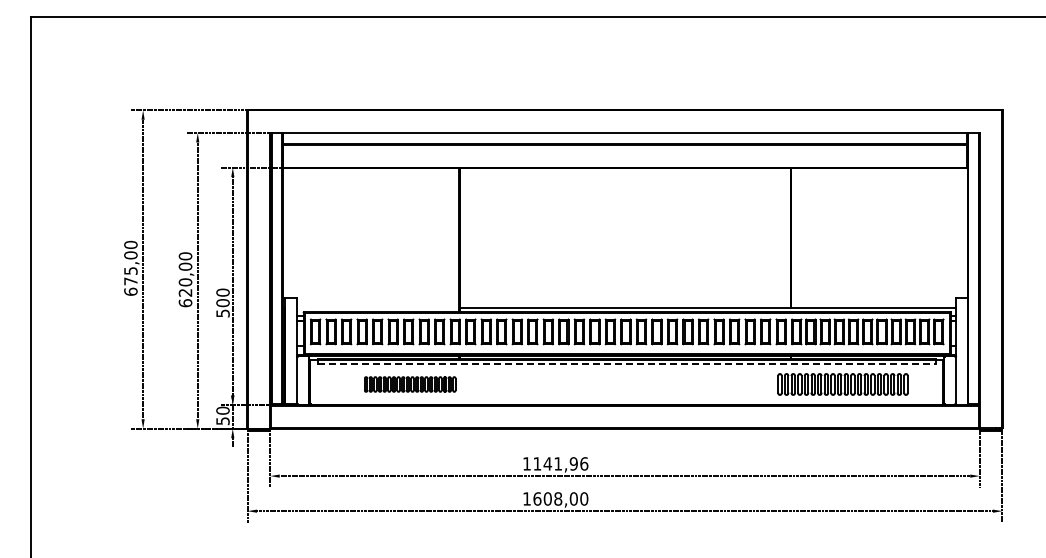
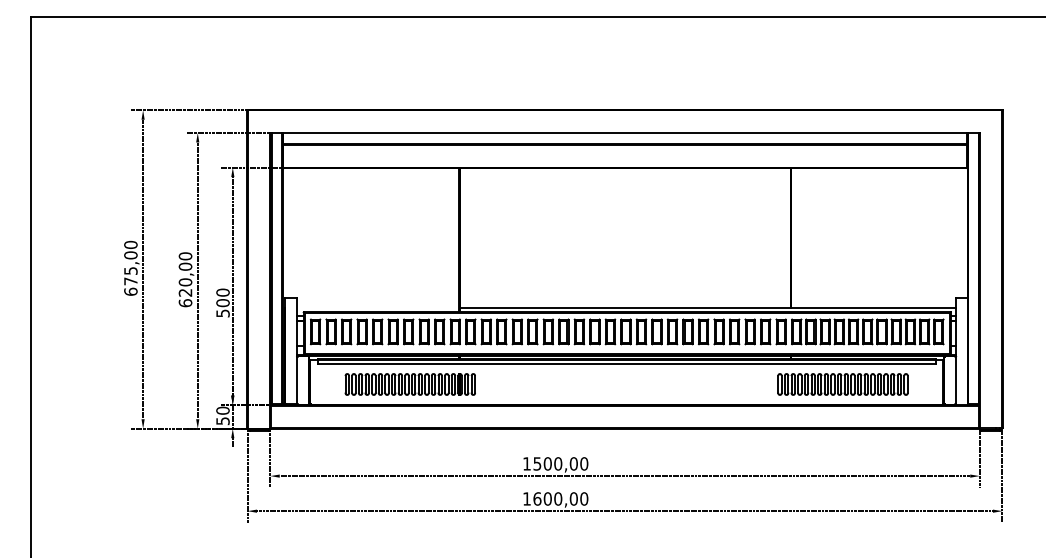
line at (626, 364): dashed -> solid
part at (410, 384) size: 93x17 px -> 132x23 px
text at (560, 463): 1141,96 -> 1500,00
text at (558, 498): 1608,00 -> 1600,00
